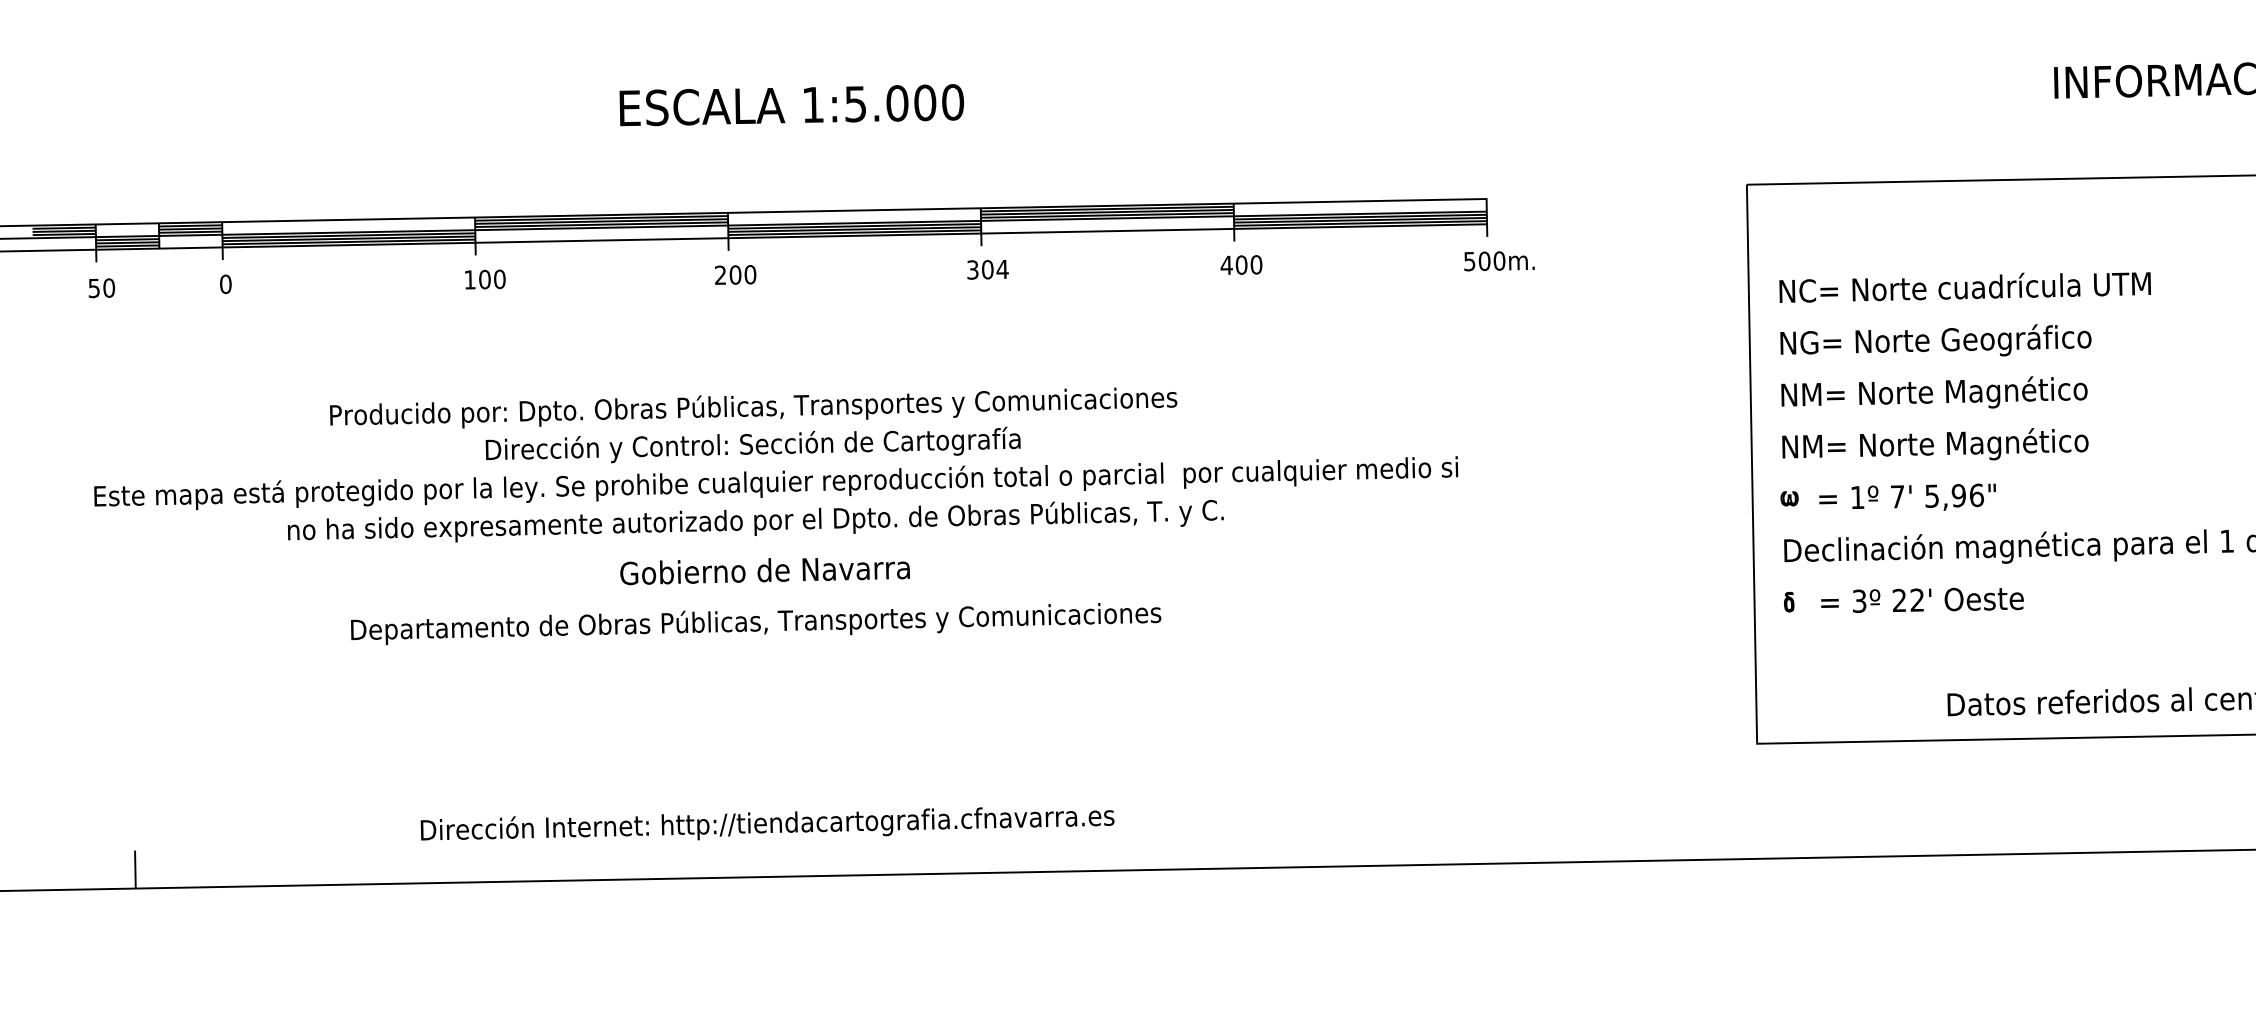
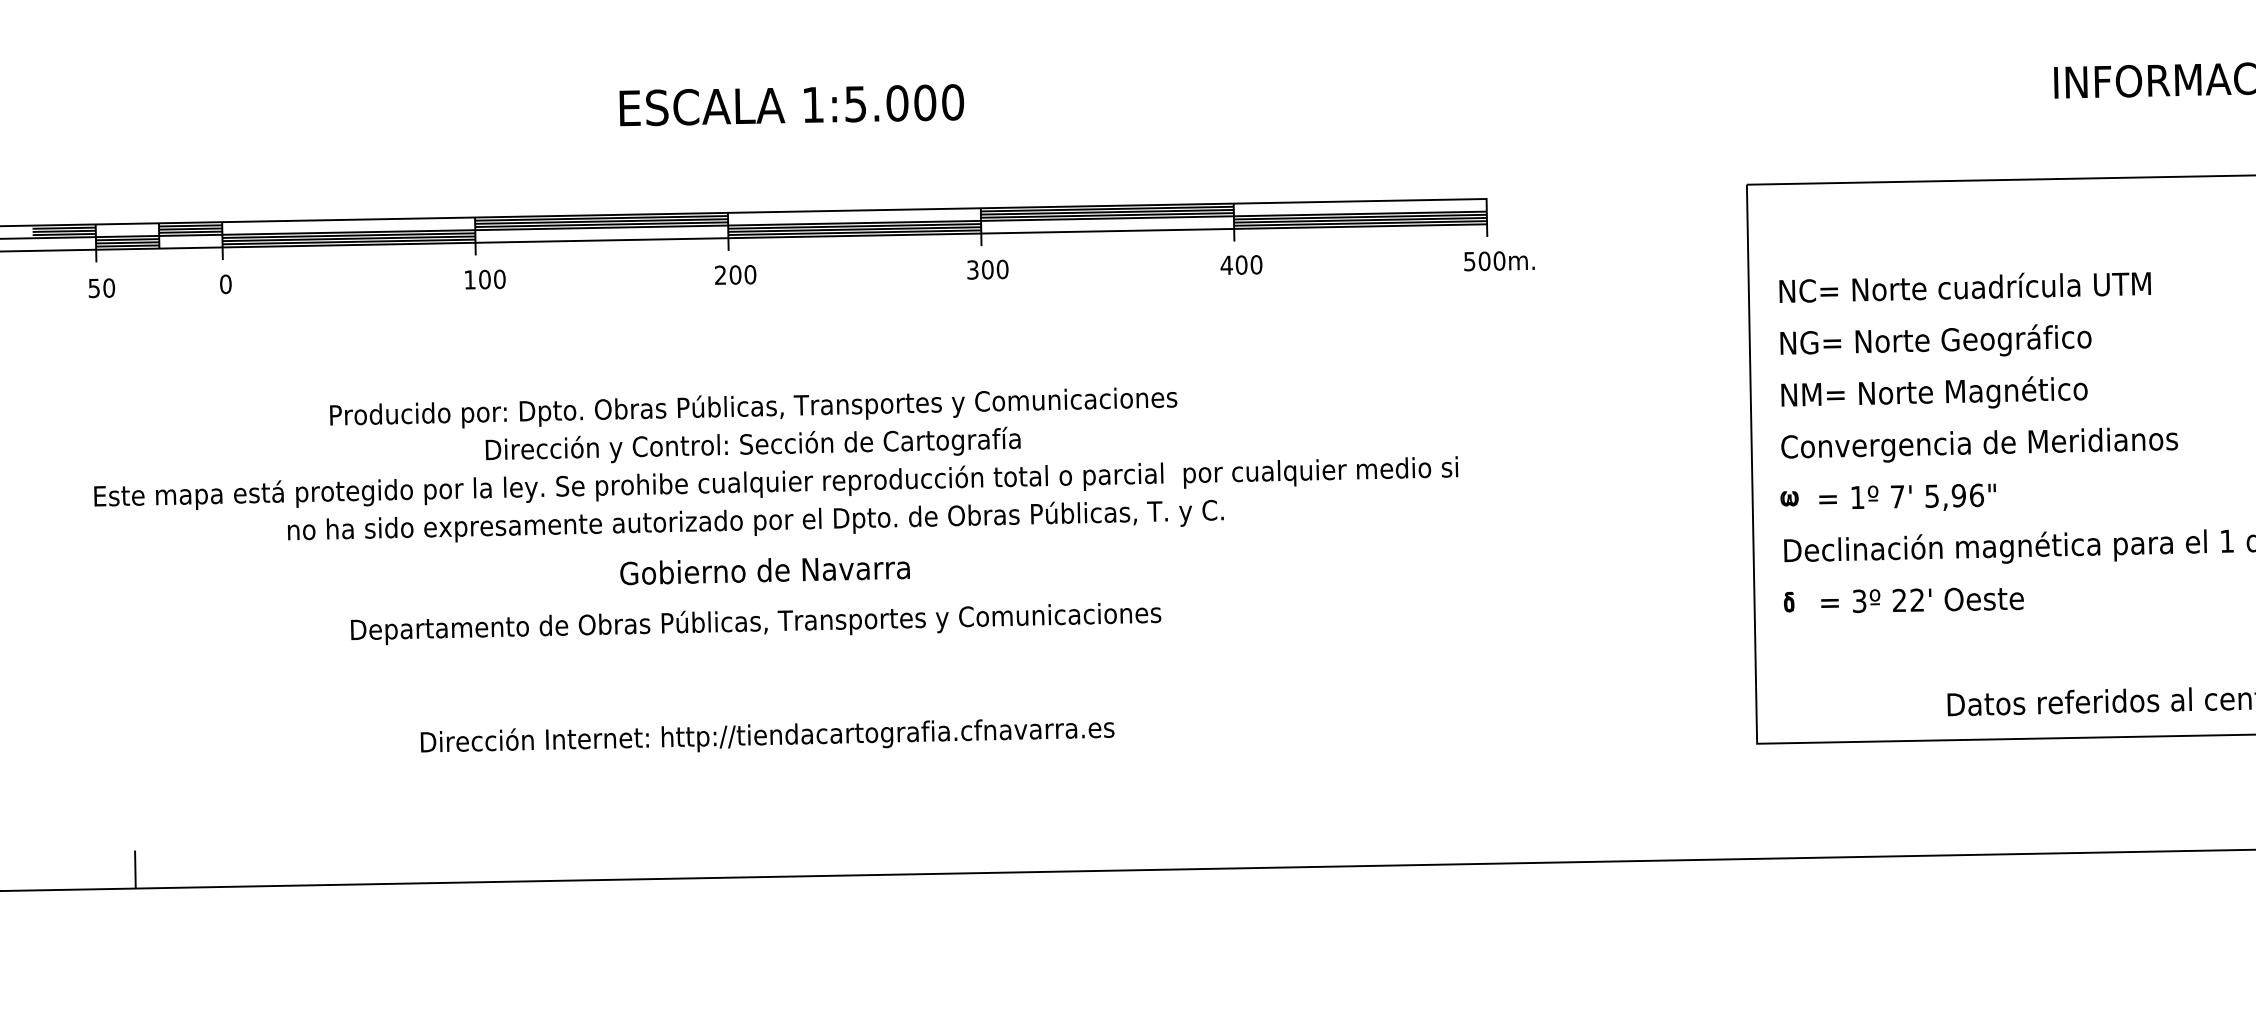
text at (1002, 269): 304 -> 300
text at (1979, 444): NM= Norte Magnético -> Convergencia de Meridianos
text at (767, 823) position: (767, 823) -> (767, 735)
